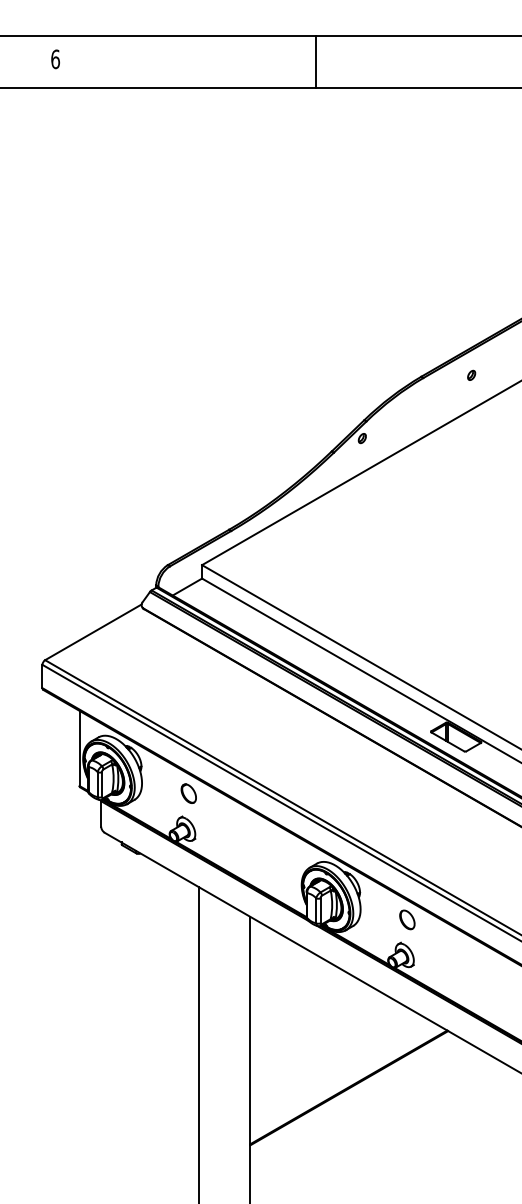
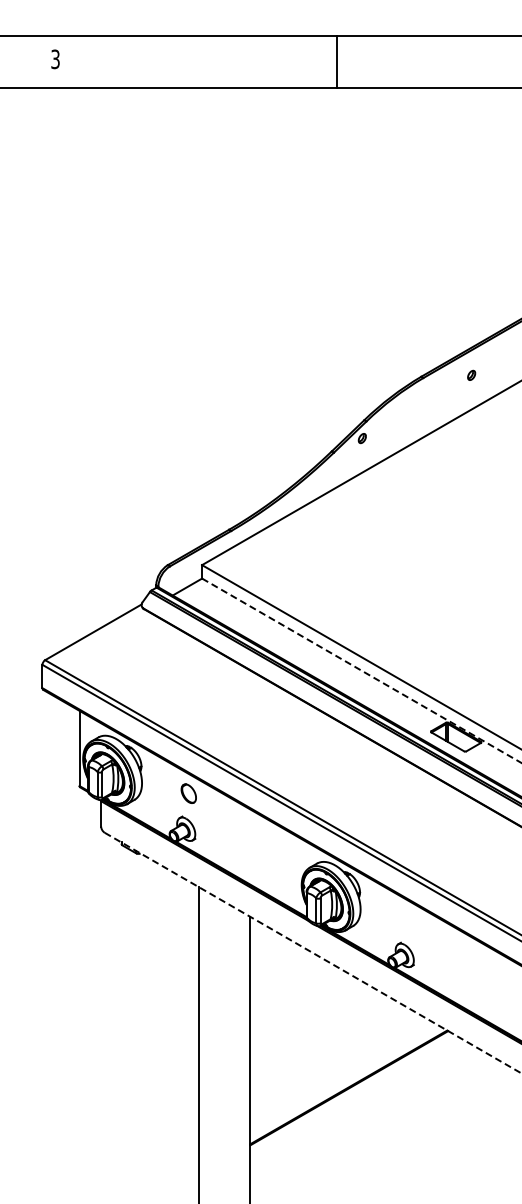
text at (55, 59): 6 -> 3
line at (316, 61) position: (316, 61) -> (337, 61)
line at (362, 671): solid -> dashed
part at (407, 919): present -> none
line at (313, 953): solid -> dashed
